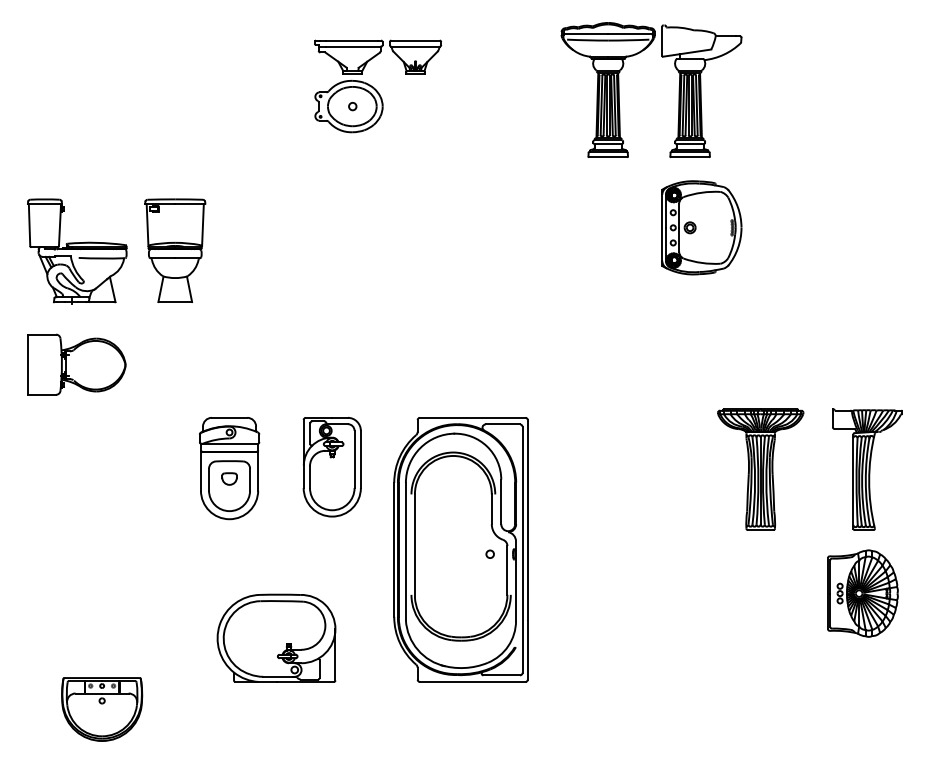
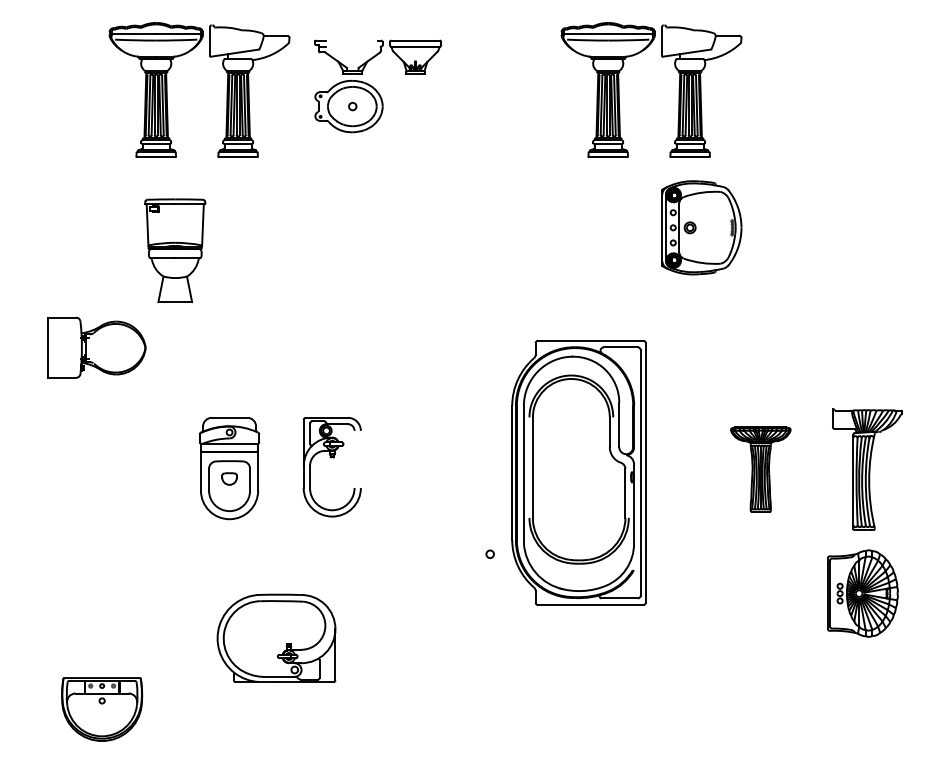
line at (352, 40): present -> none
line at (353, 46): present -> none
part at (226, 89): none -> present
part at (77, 251): present -> none
part at (76, 364) position: (76, 364) -> (96, 347)
line at (354, 458): present -> none
line at (360, 458): present -> none
part at (760, 469) size: 88x123 px -> 62x87 px
part at (460, 549) position: (460, 549) -> (578, 472)
